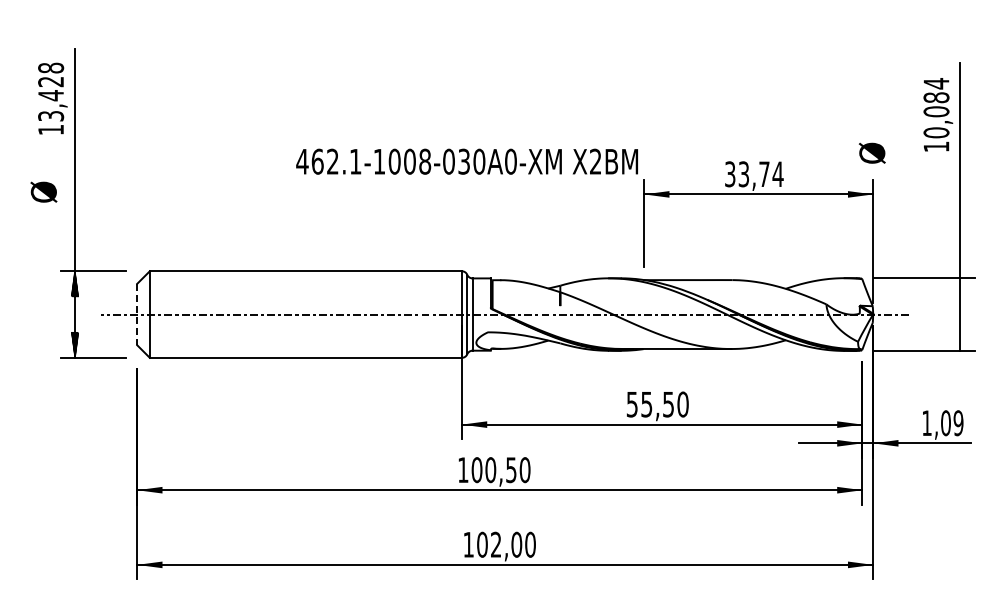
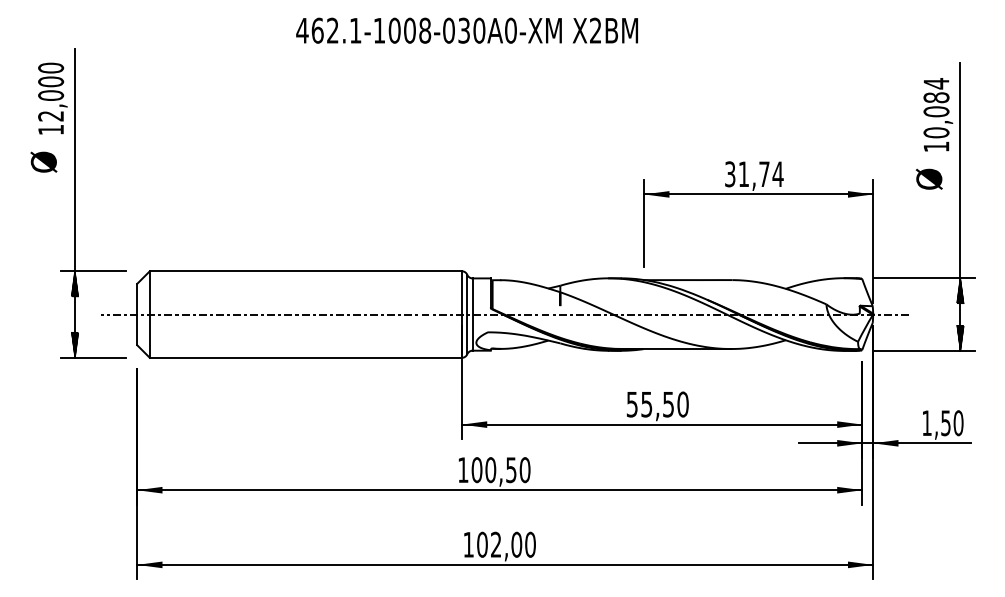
text at (51, 91): 13,428 -> 12,000
text at (871, 152) position: (871, 152) -> (928, 178)
text at (466, 161) position: (466, 161) -> (466, 30)
text at (743, 174): 33,74 -> 31,74
text at (43, 191) position: (43, 191) -> (43, 161)
hatch at (960, 290): none -> present
line at (137, 314): dashed -> solid
hatch at (960, 337): none -> present
text at (952, 423): 1,09 -> 1,50
